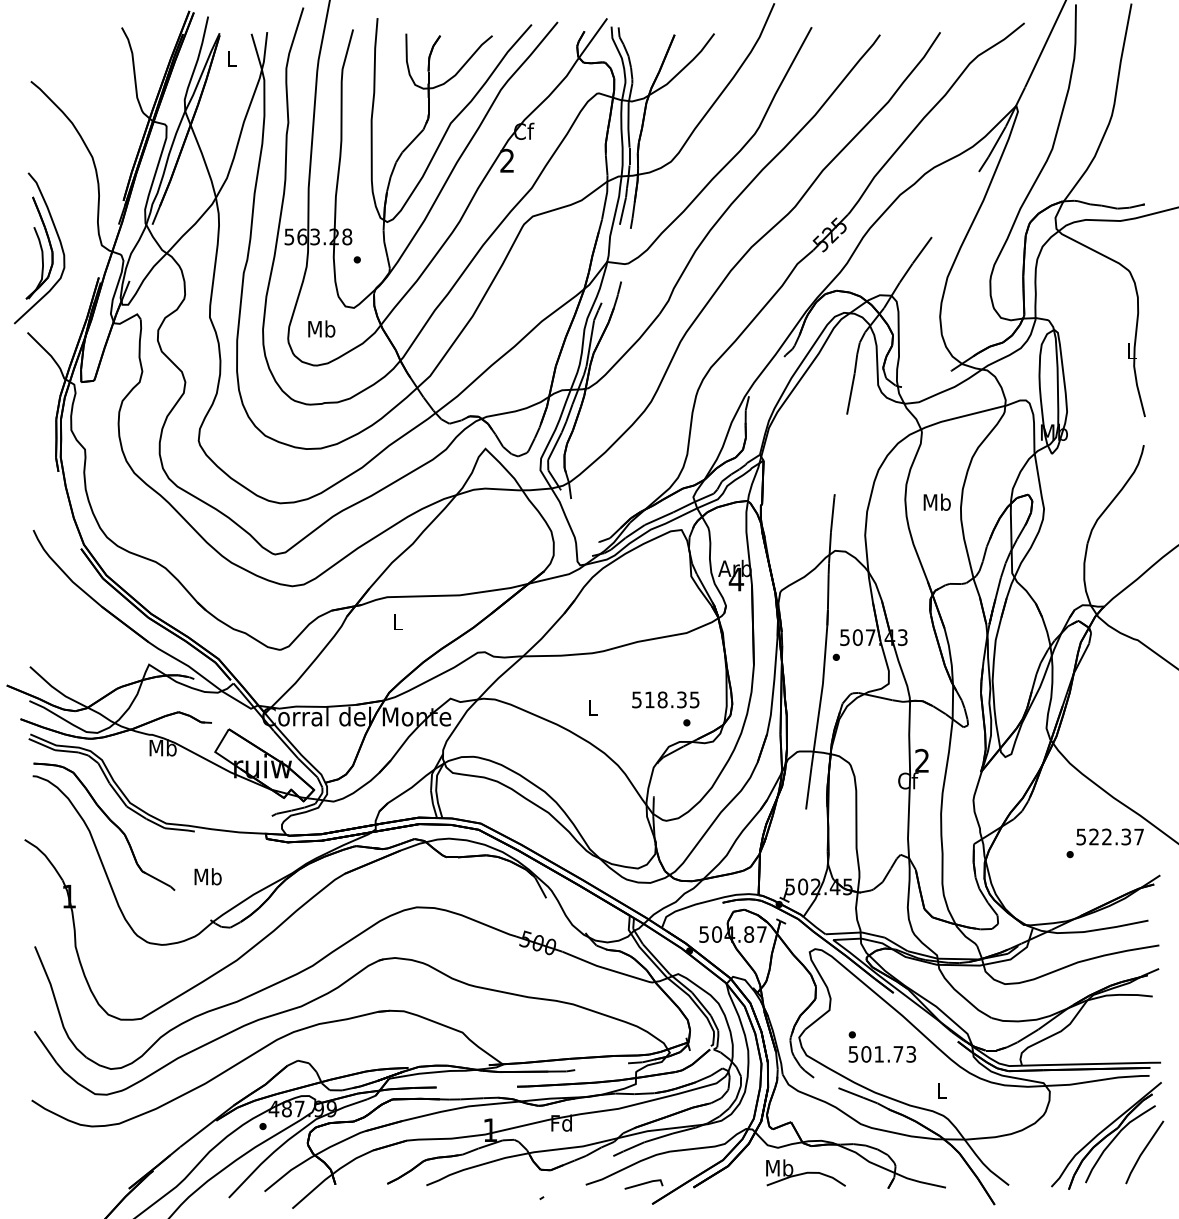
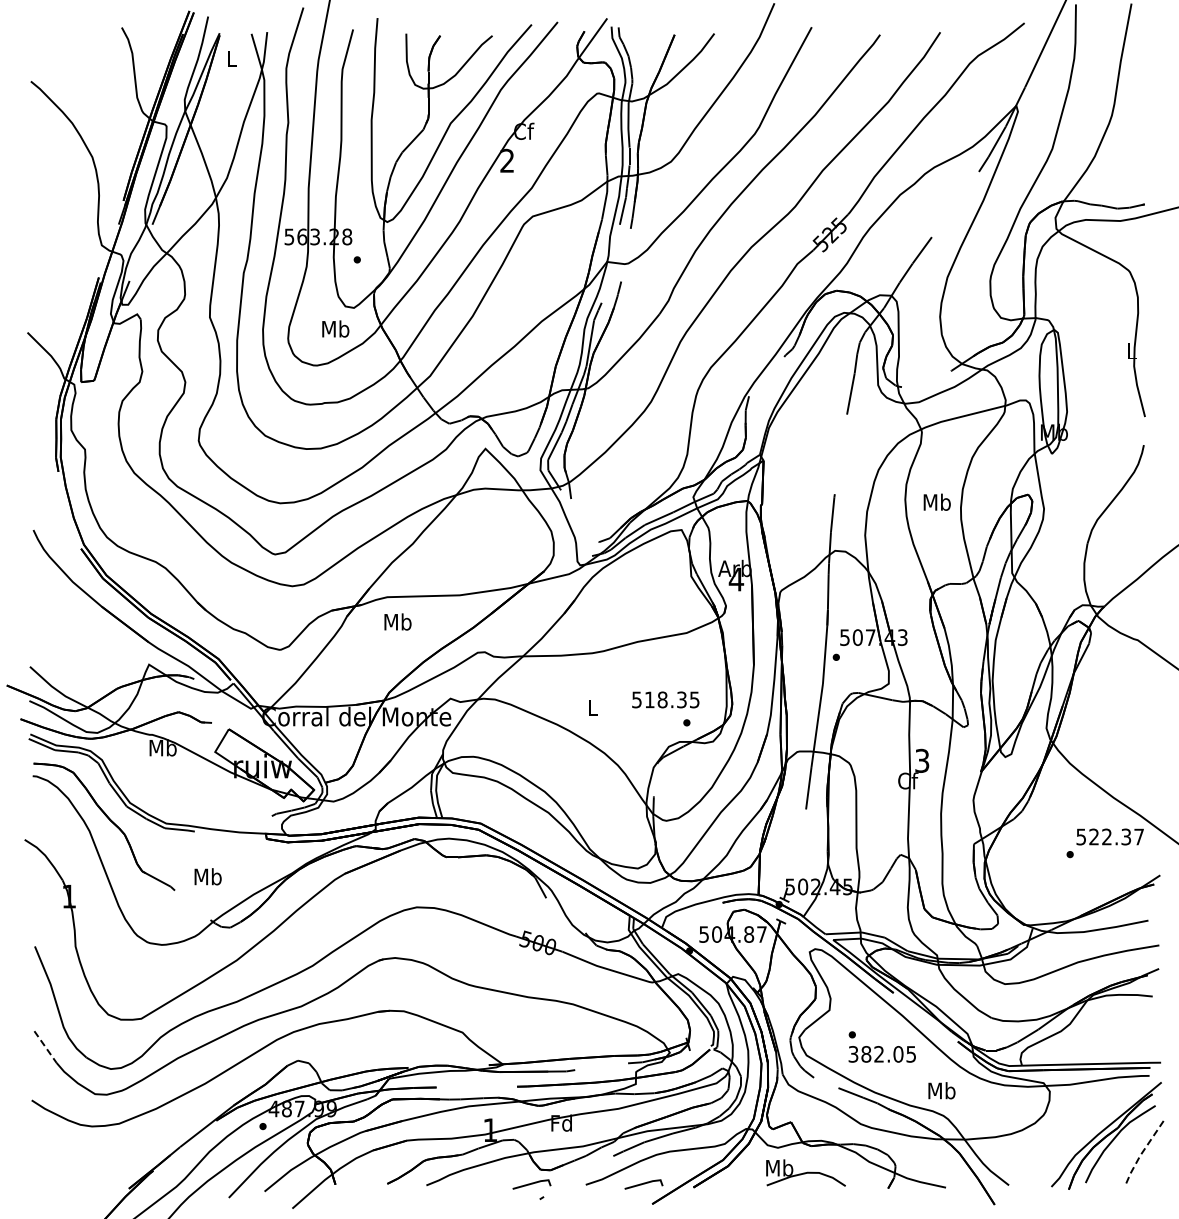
part at (39, 248): present -> none
text at (321, 328) position: (321, 328) -> (335, 328)
text at (397, 621): L -> Mb
text at (922, 760): 2 -> 3
line at (45, 1047): solid -> dashed
text at (882, 1054): 501.73 -> 382.05
text at (941, 1090): L -> Mb
line at (1142, 1153): solid -> dashed
line at (531, 1184): none -> present
